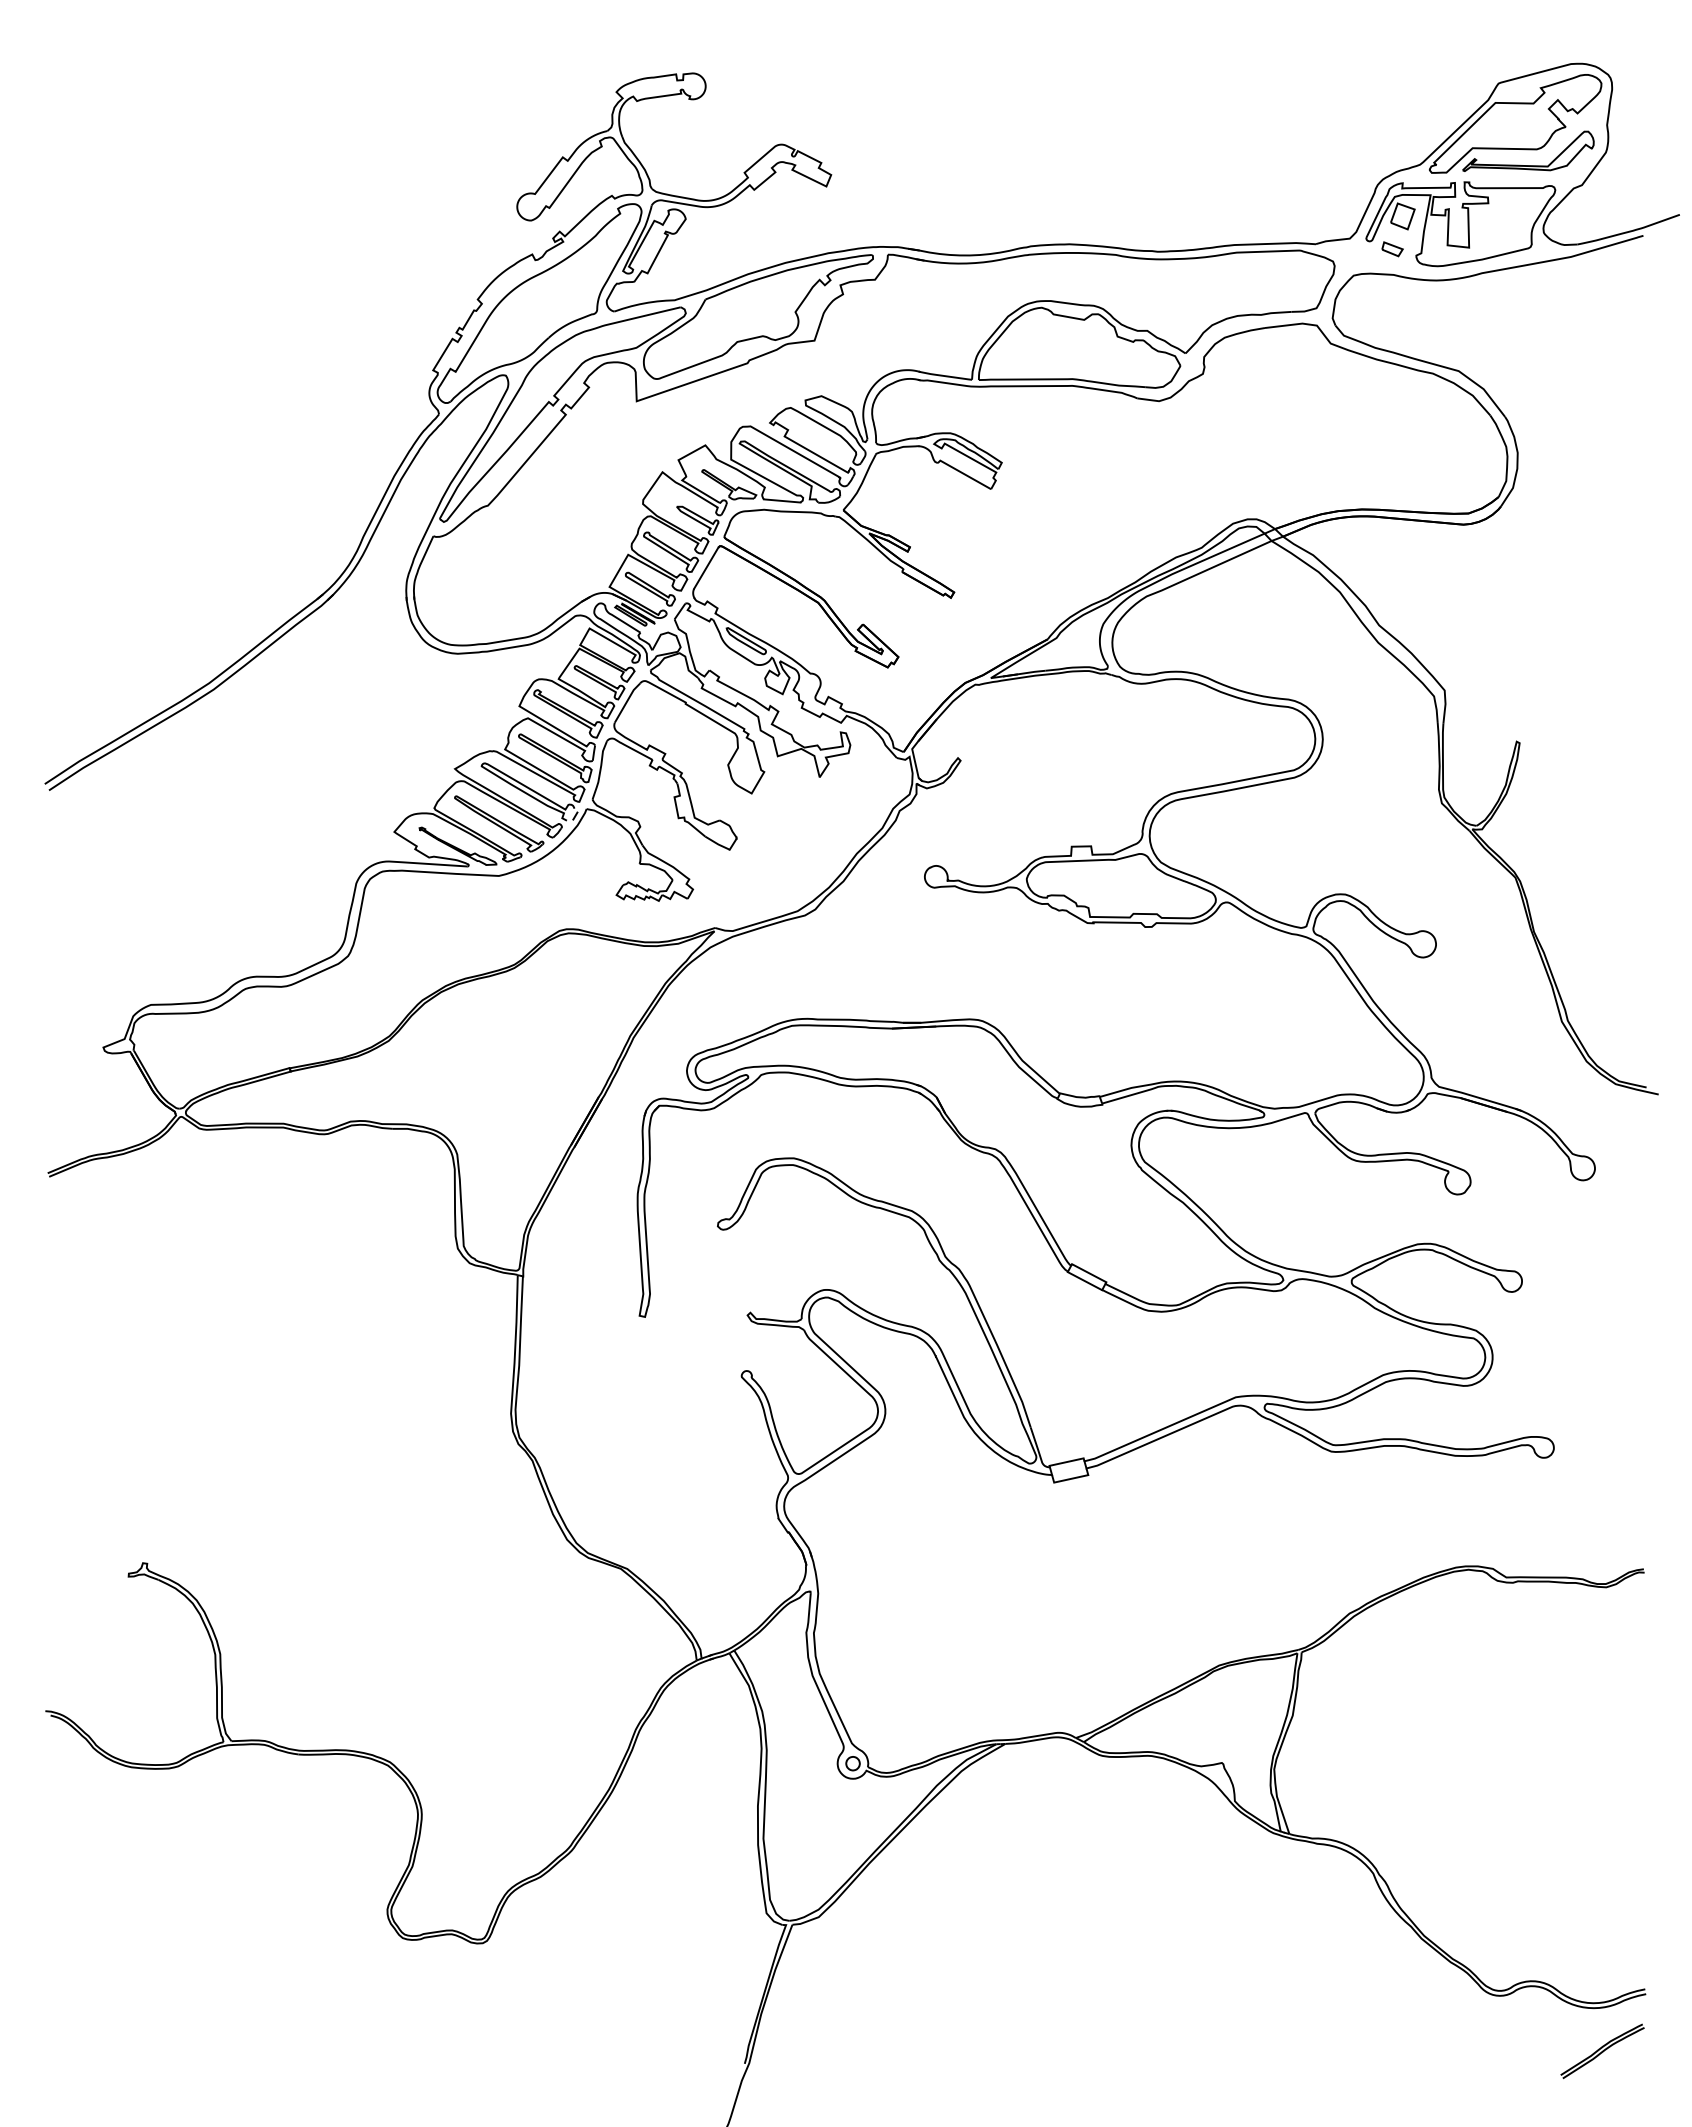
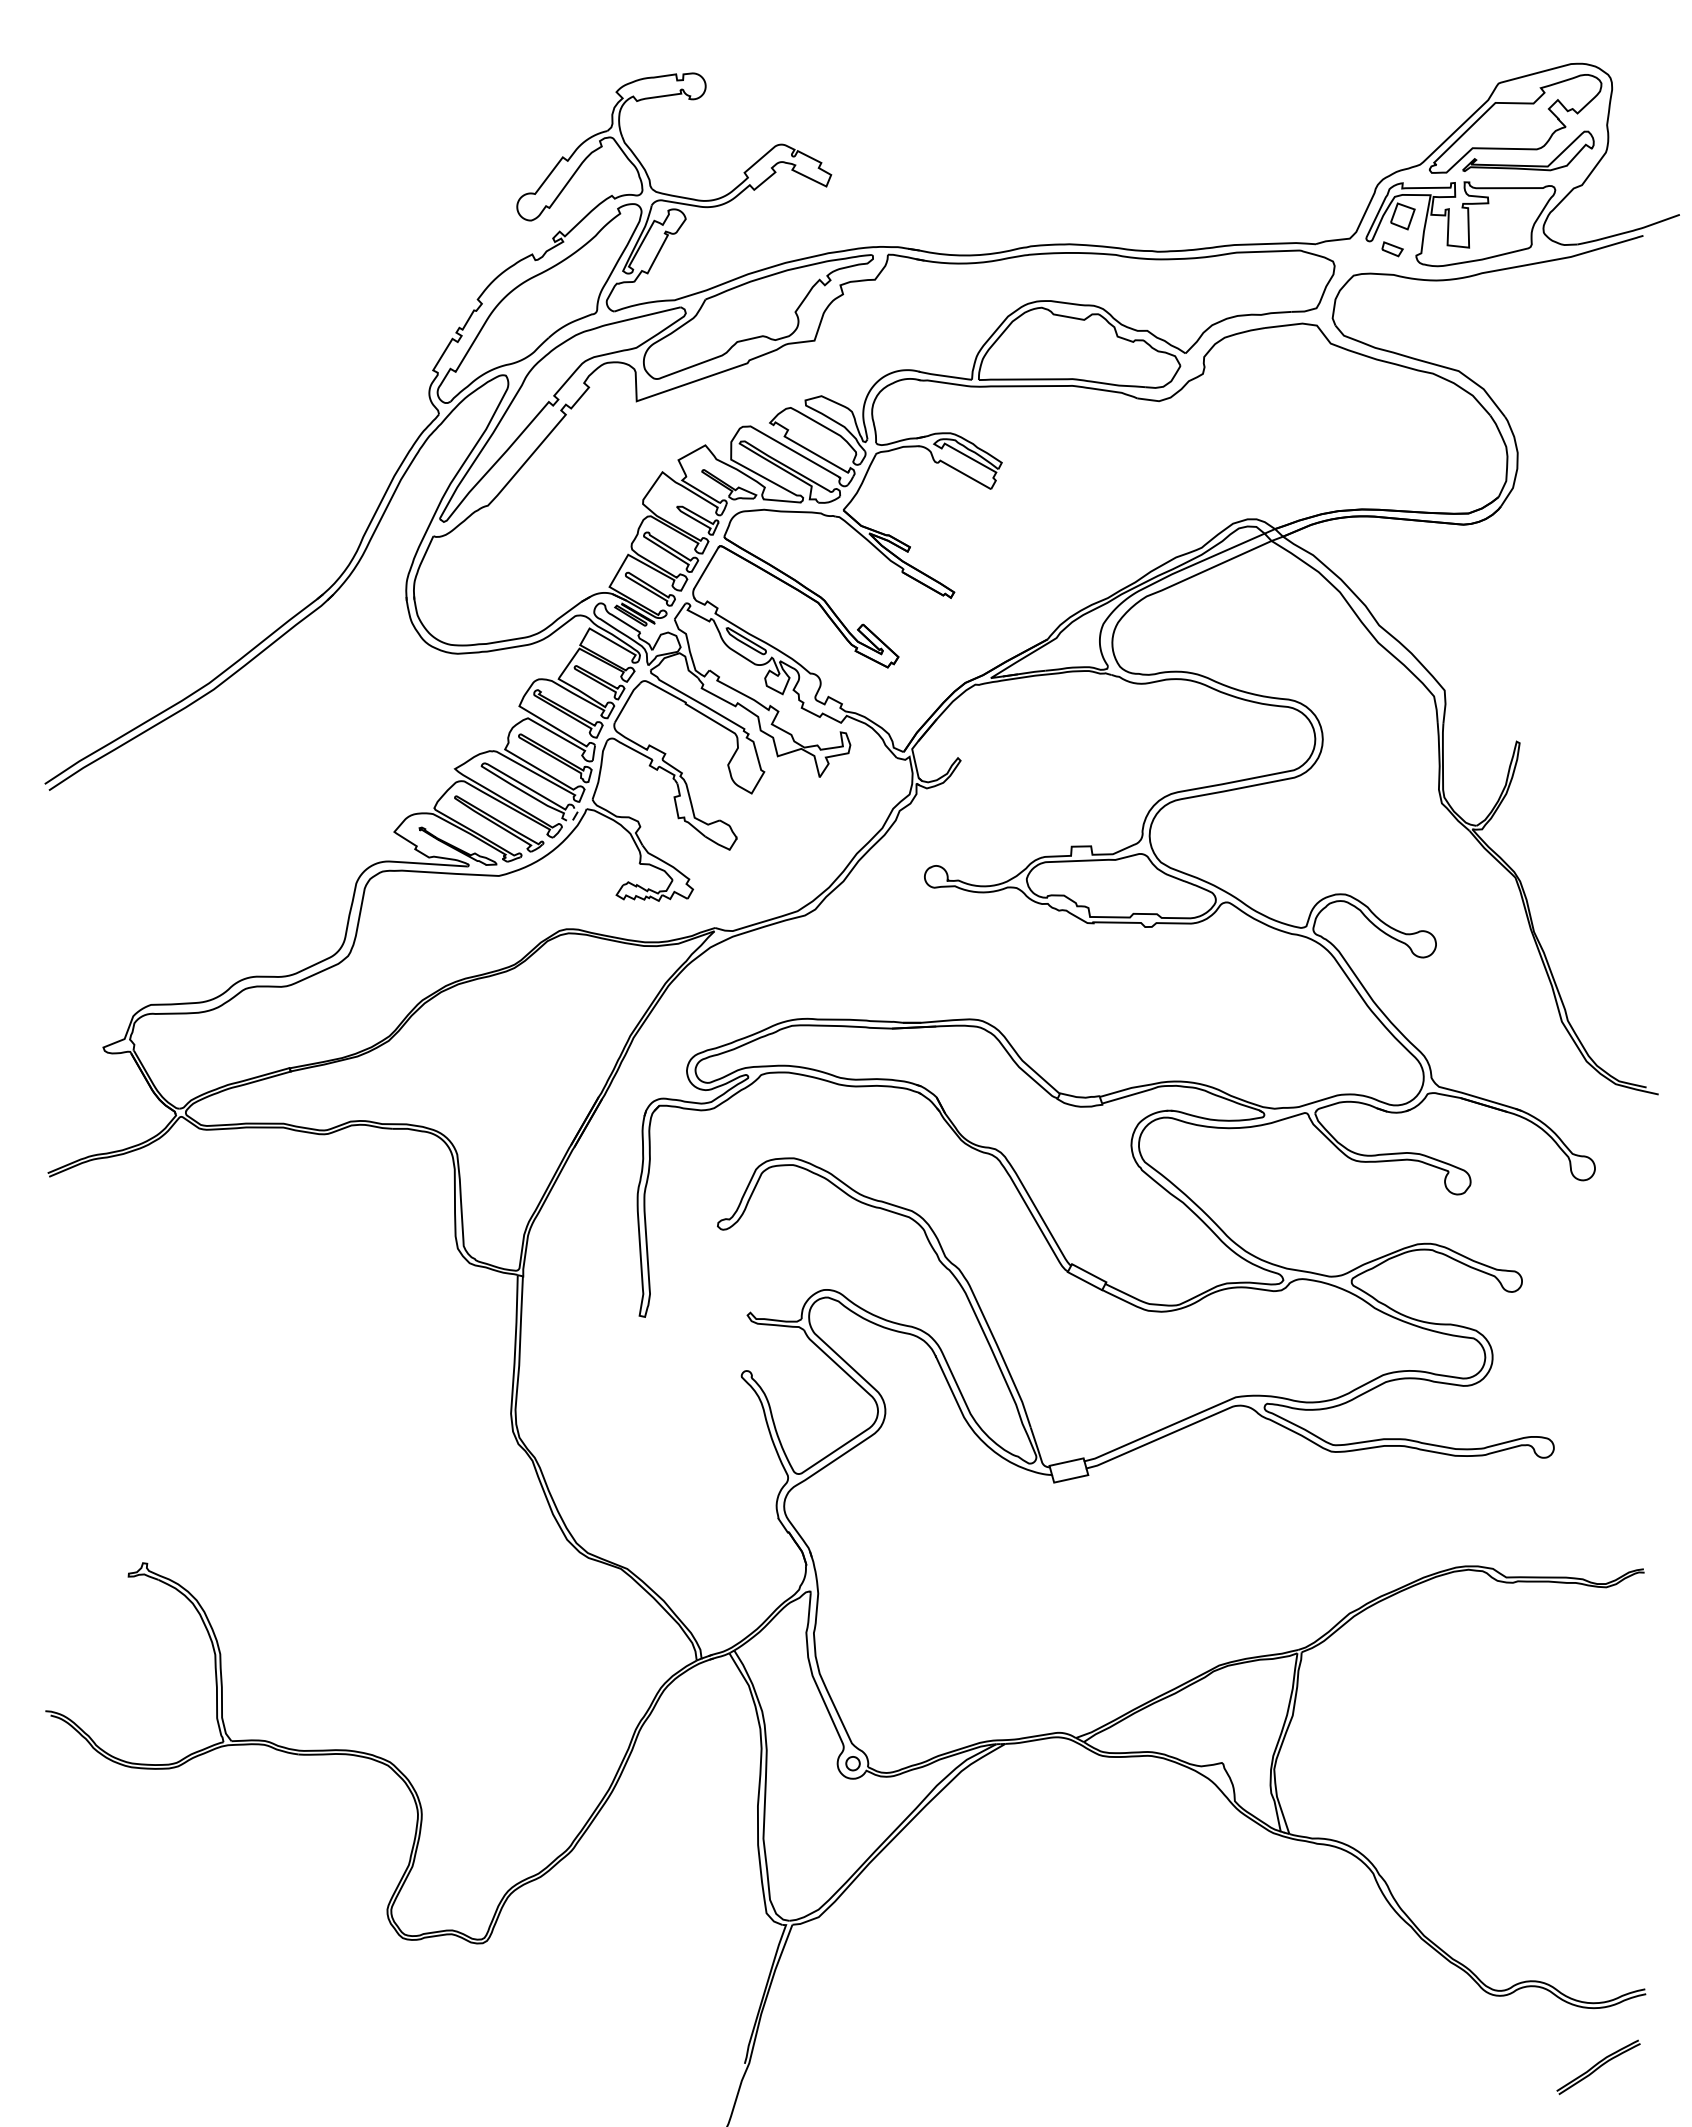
part at (1602, 2051) position: (1602, 2051) -> (1598, 2067)
